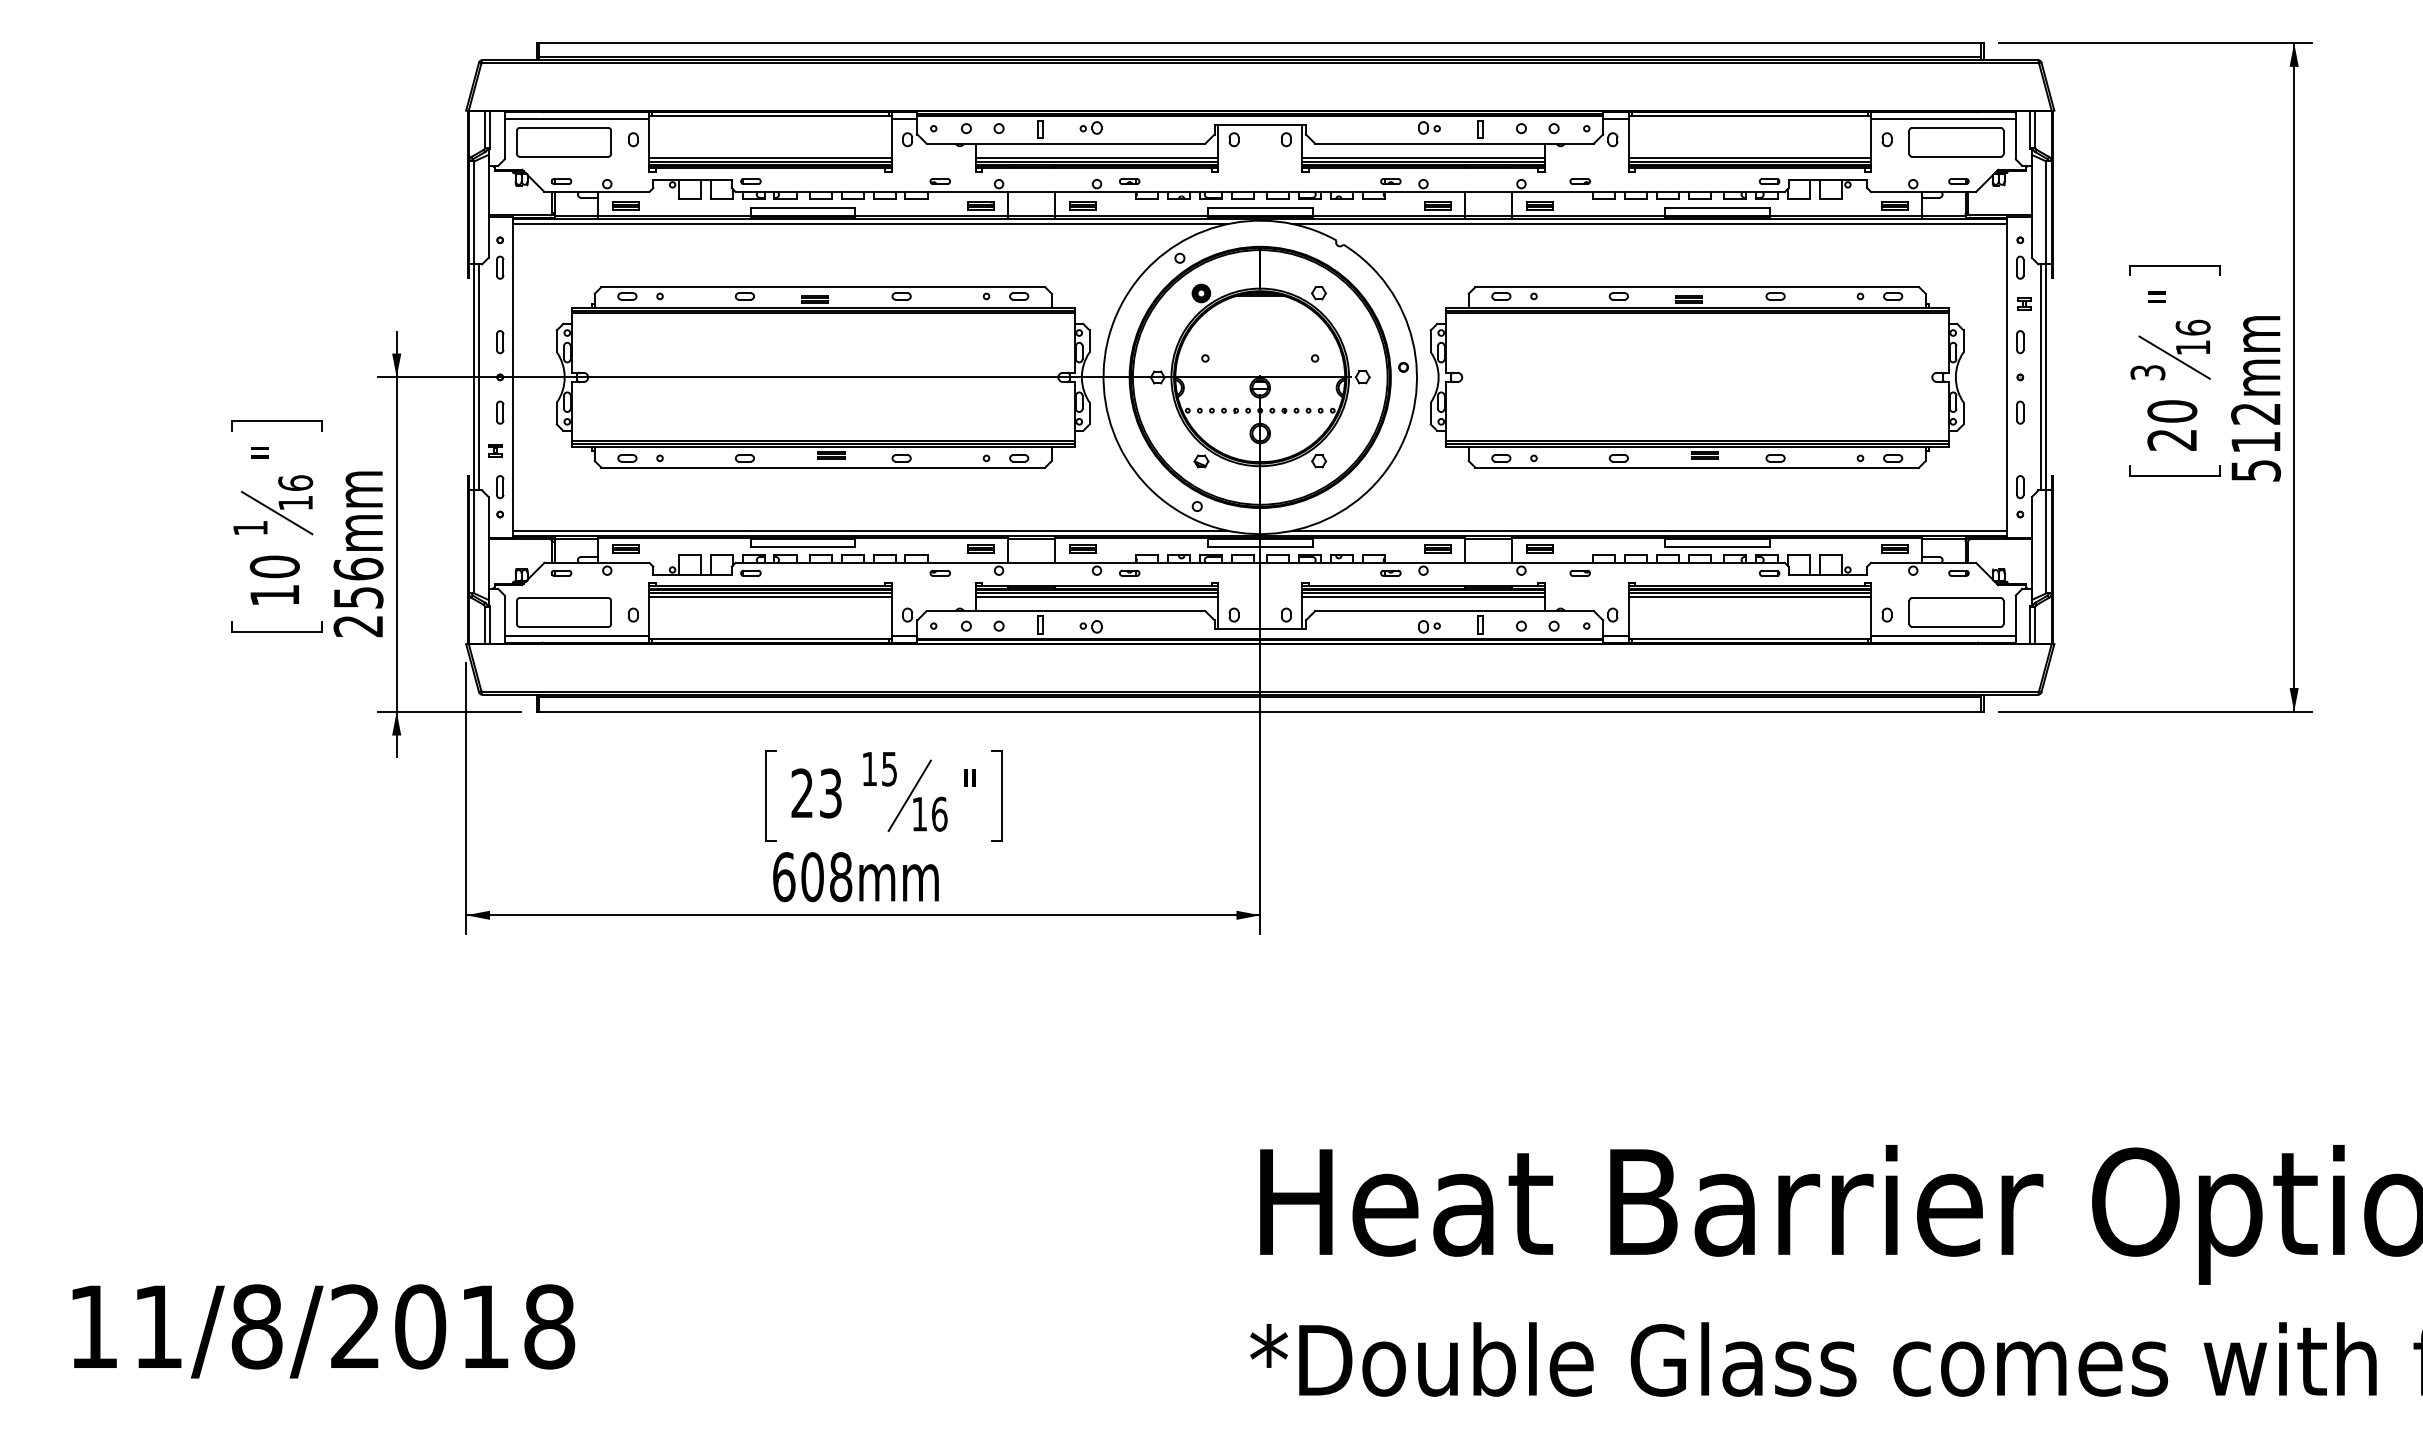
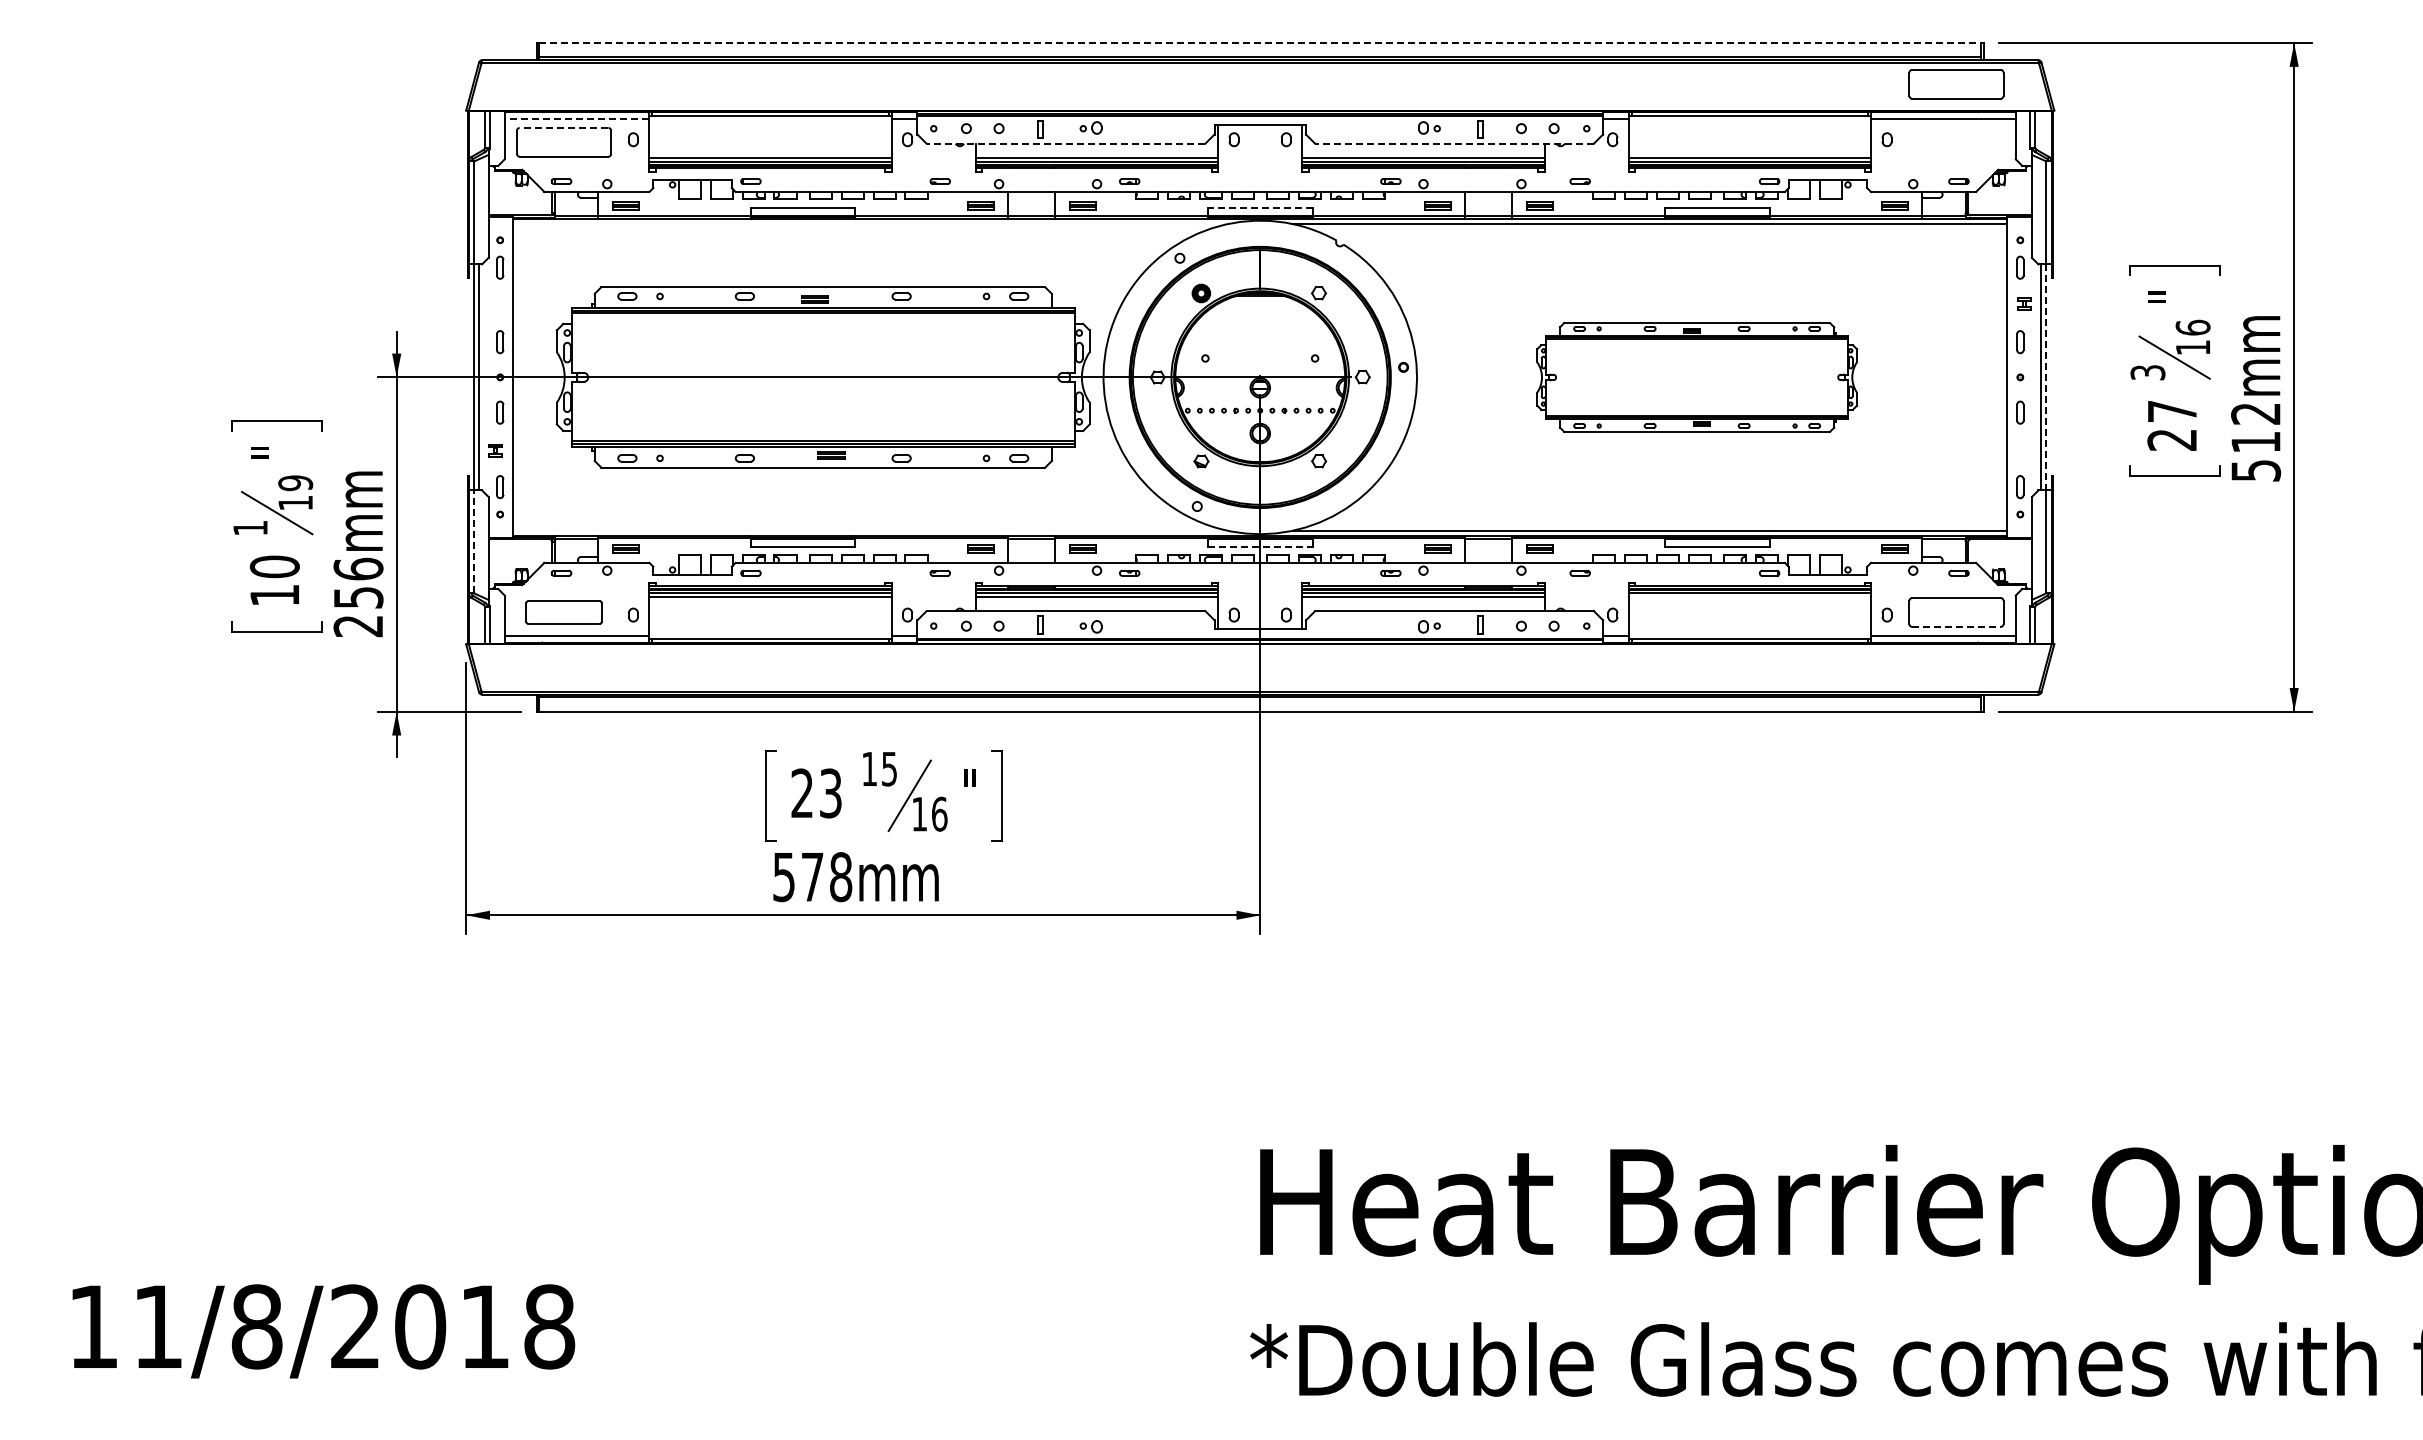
line at (1260, 43): solid -> dashed
line at (576, 118): solid -> dashed
line at (563, 127): solid -> dashed
part at (1956, 142) position: (1956, 142) -> (1956, 84)
line at (1065, 143): solid -> dashed
line at (1454, 143): solid -> dashed
line at (1259, 208): solid -> dashed
line at (870, 223): present -> none
part at (1696, 377) size: 536x183 px -> 323x111 px
line at (2046, 377): solid -> dashed
text at (2172, 411): 20 -> 27
text at (295, 483): 16 -> 19
line at (870, 530): present -> none
line at (474, 541): solid -> dashed
line at (1260, 546): solid -> dashed
line at (1749, 596): present -> none
part at (563, 612) size: 96x31 px -> 78x25 px
line at (1956, 626): solid -> dashed
text at (798, 877): 608mm -> 578mm
